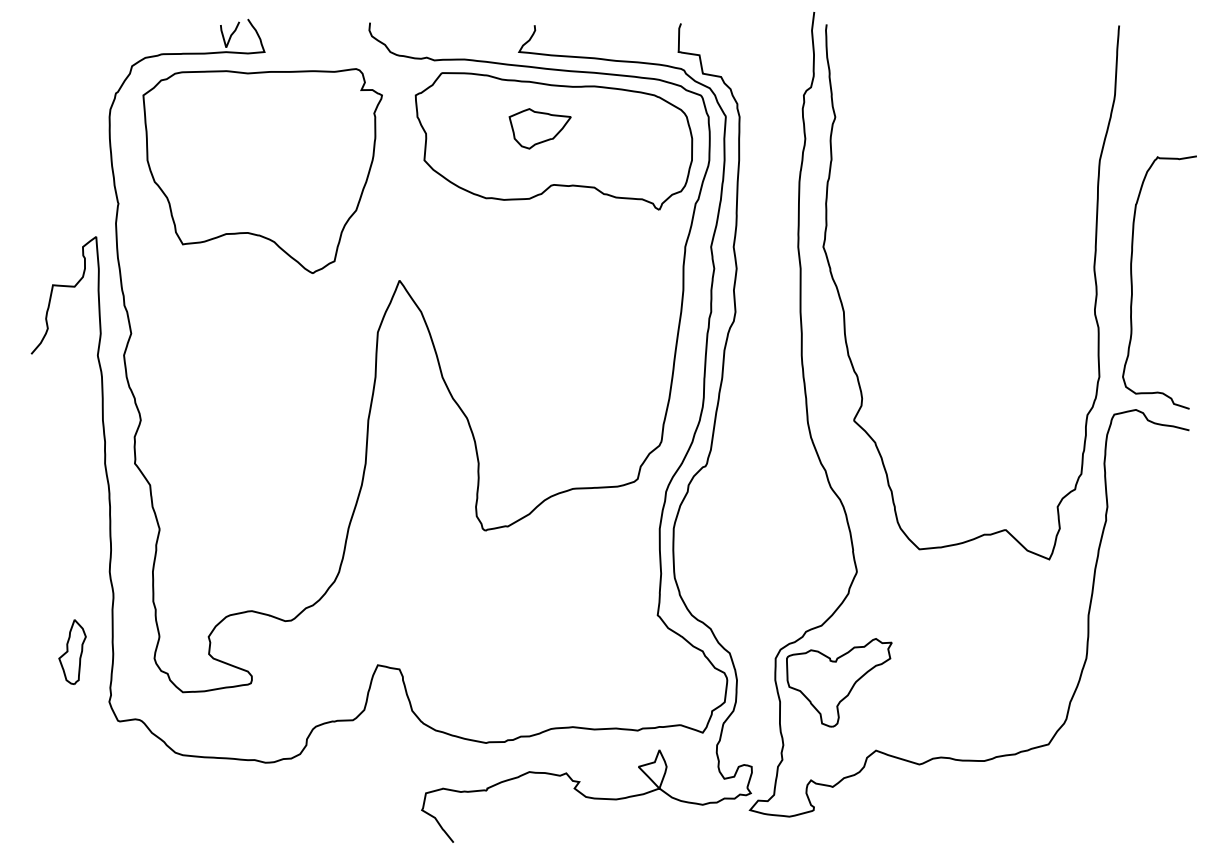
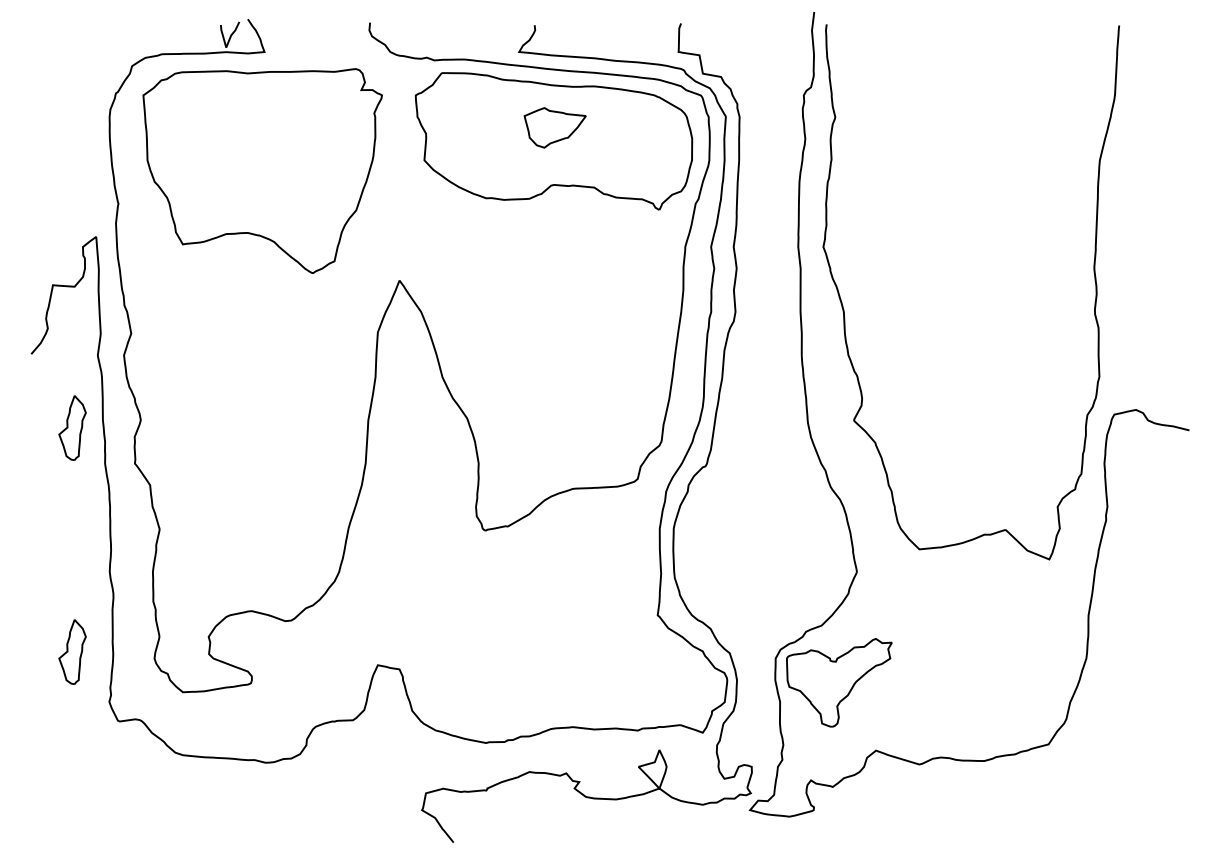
part at (539, 128) position: (539, 128) -> (554, 127)
curve at (1132, 282): present -> none
part at (72, 427): none -> present
